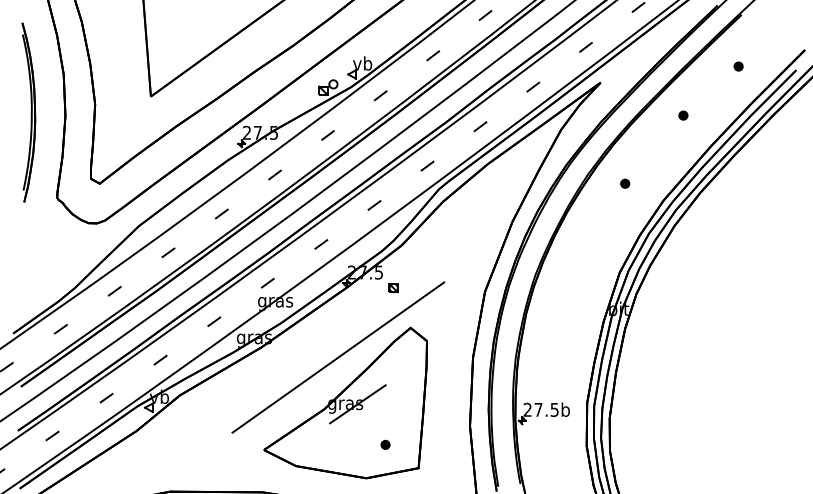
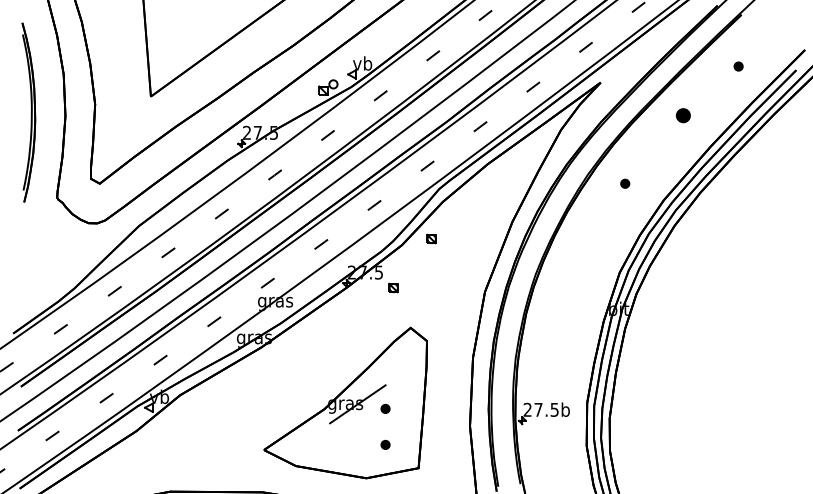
part at (683, 115) size: 11x11 px -> 16x16 px
part at (431, 238): none -> present
line at (338, 357): present -> none
part at (385, 408): none -> present
